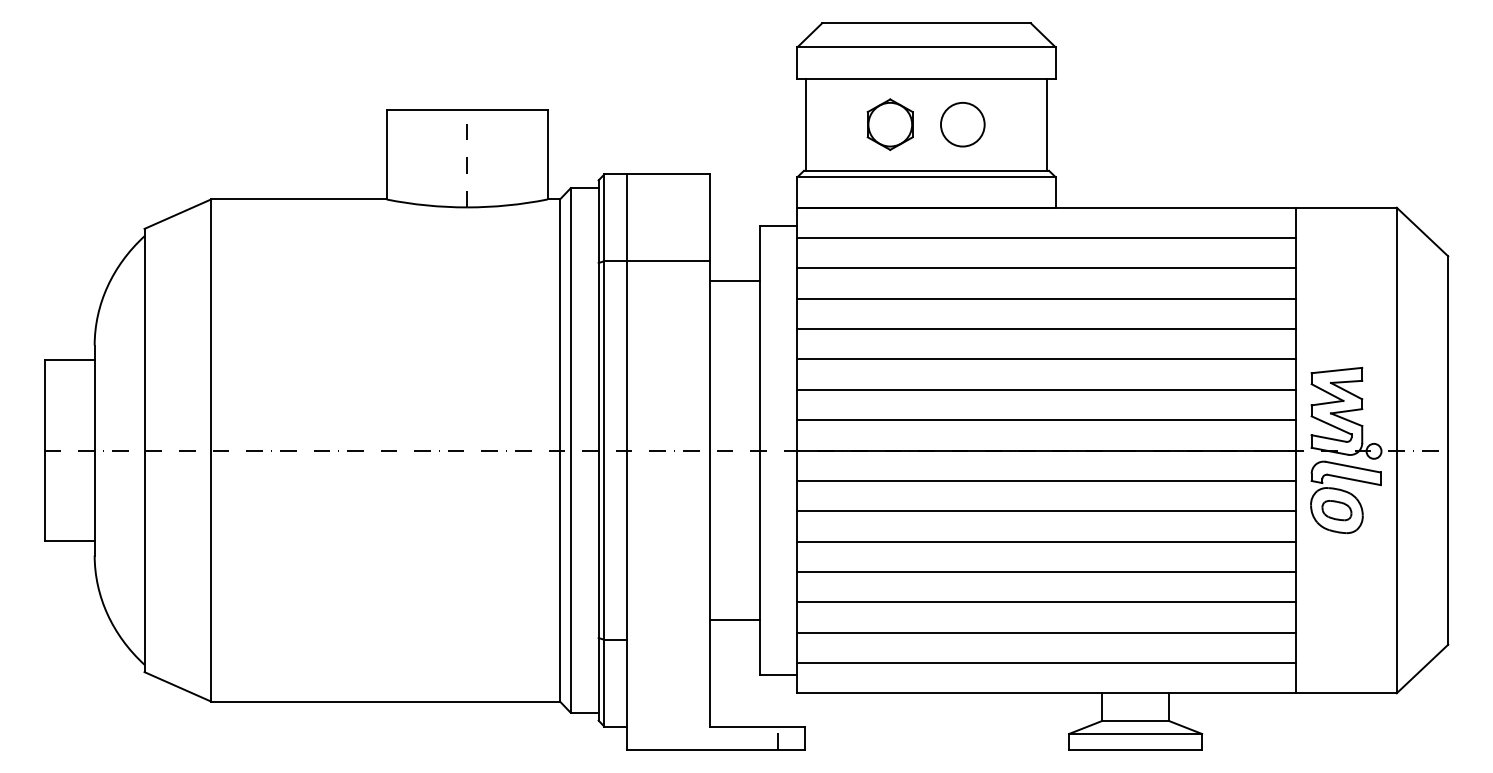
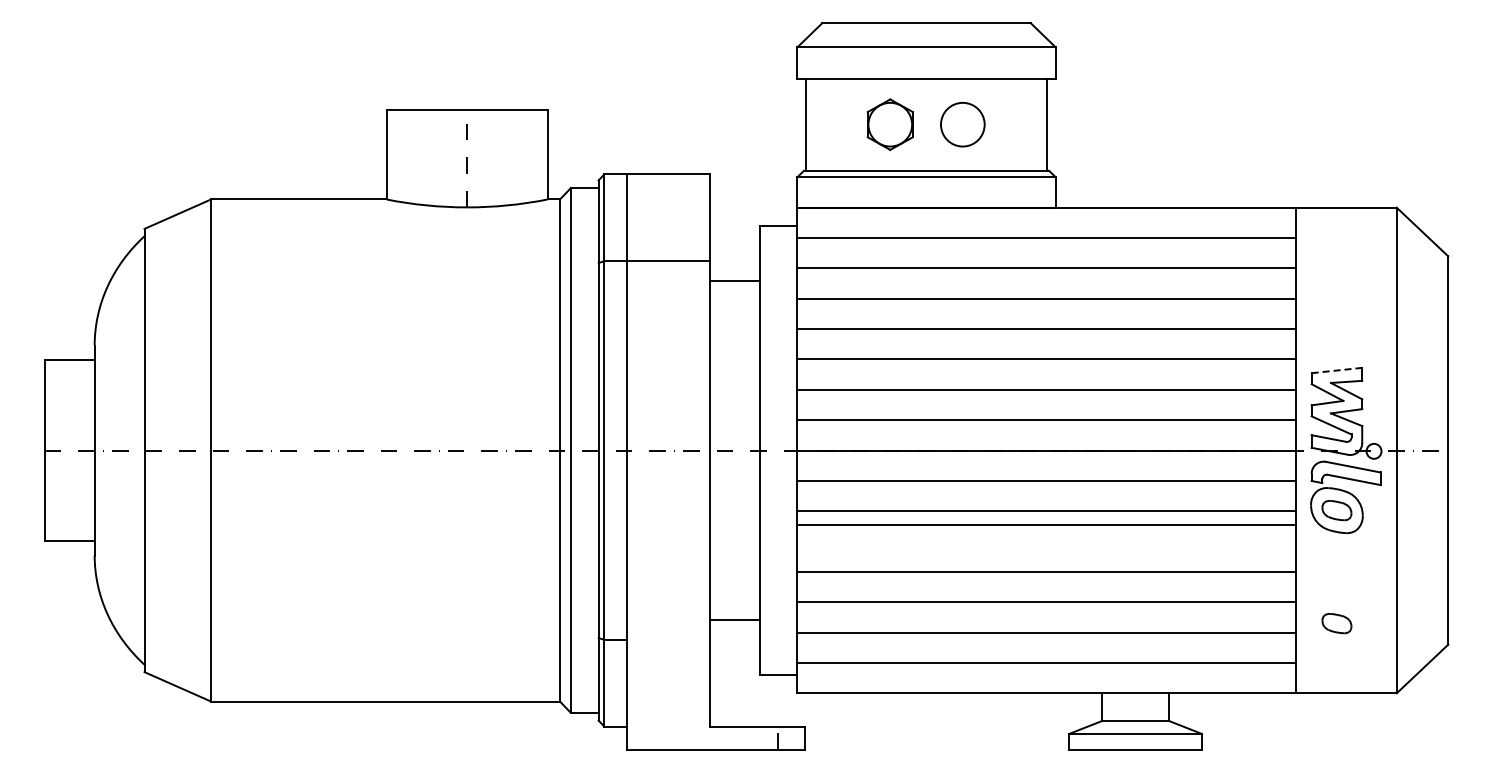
line at (1337, 370): solid -> dashed
line at (1046, 541) position: (1046, 541) -> (1046, 524)
part at (1336, 623): none -> present
